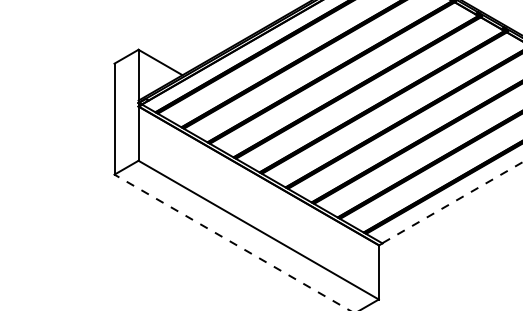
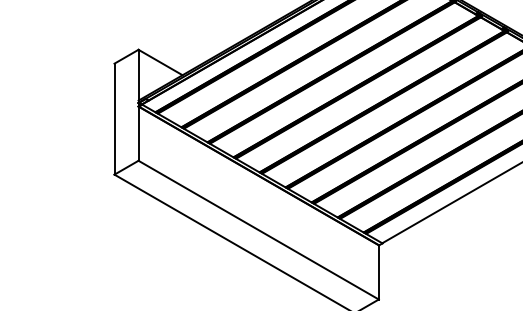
line at (452, 202): dashed -> solid
line at (232, 242): dashed -> solid
